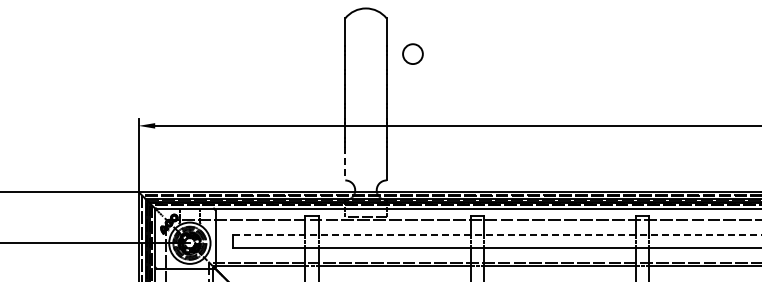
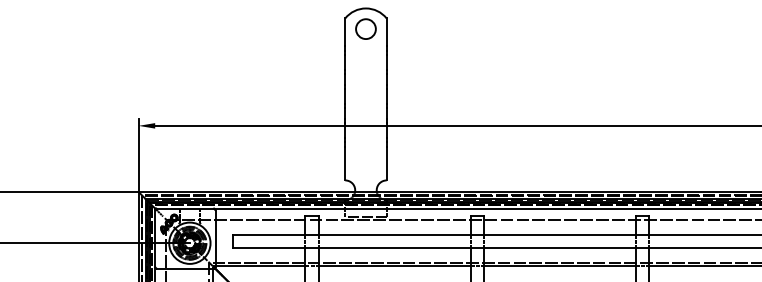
circle at (412, 53) position: (412, 53) -> (365, 28)
line at (345, 163): dashed -> solid
line at (497, 234): dashed -> solid
